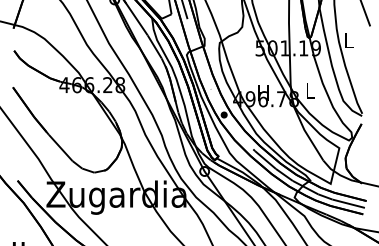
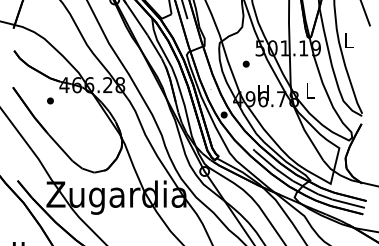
part at (245, 63): none -> present
part at (50, 100): none -> present
